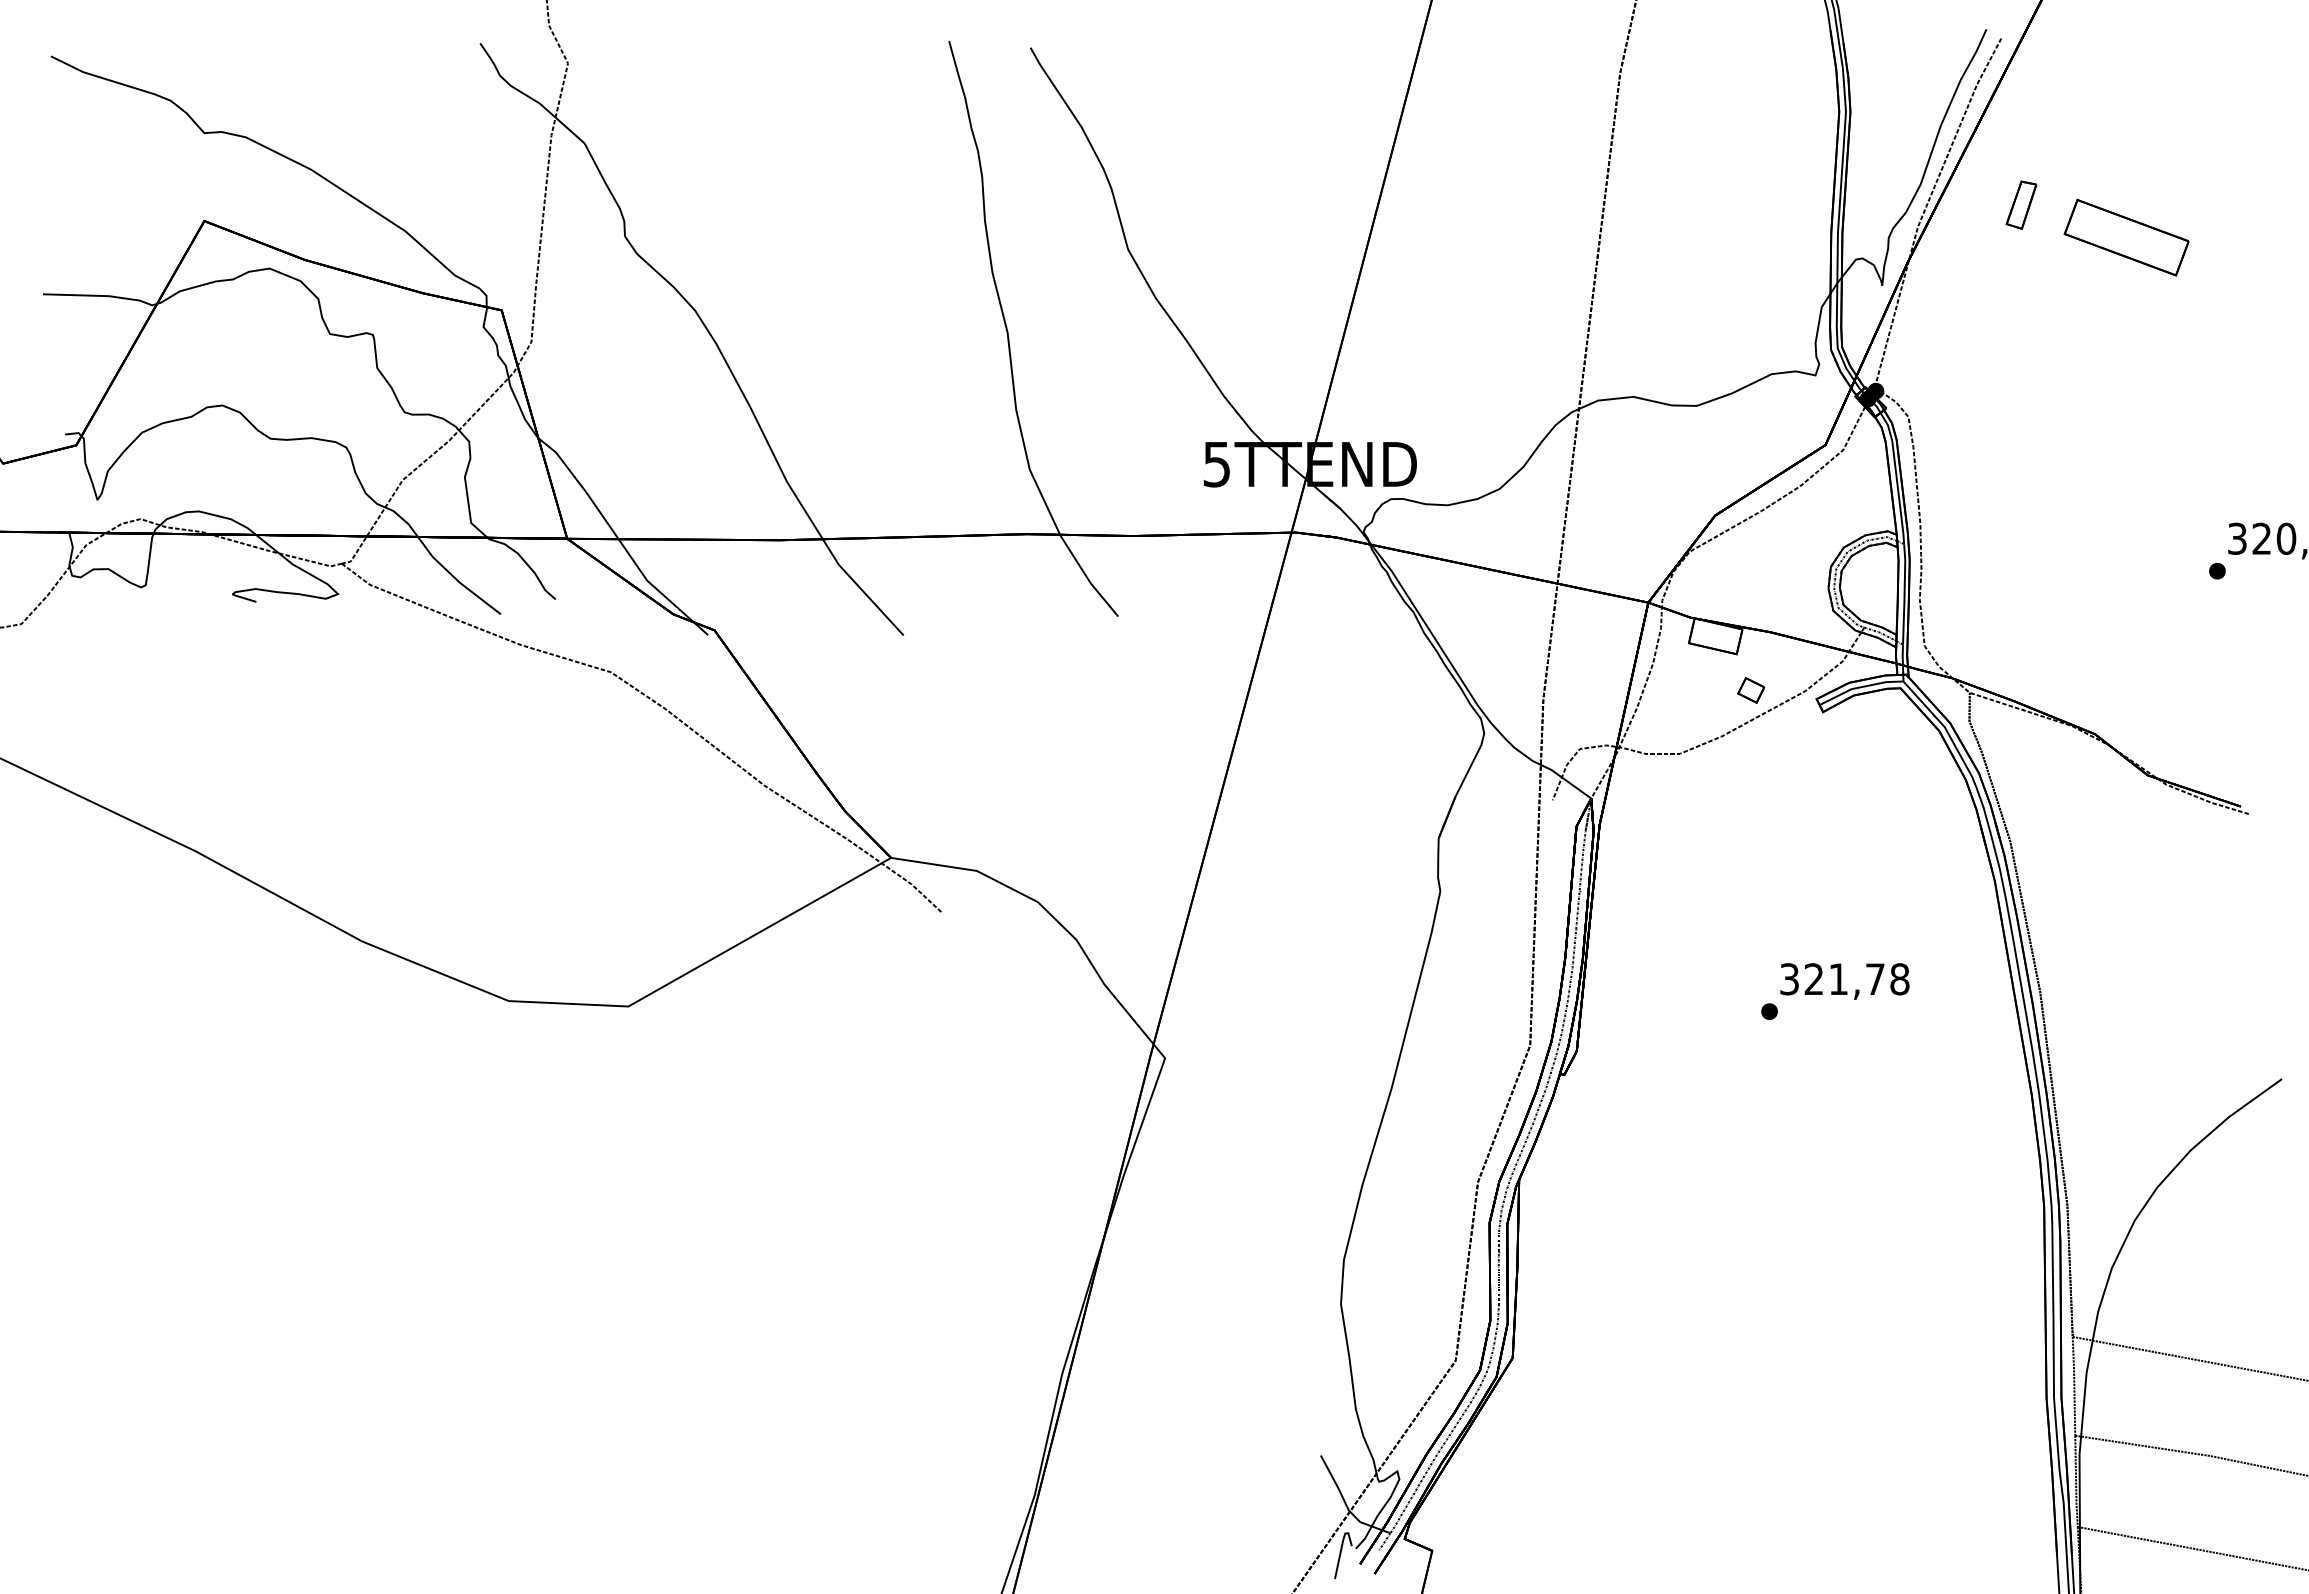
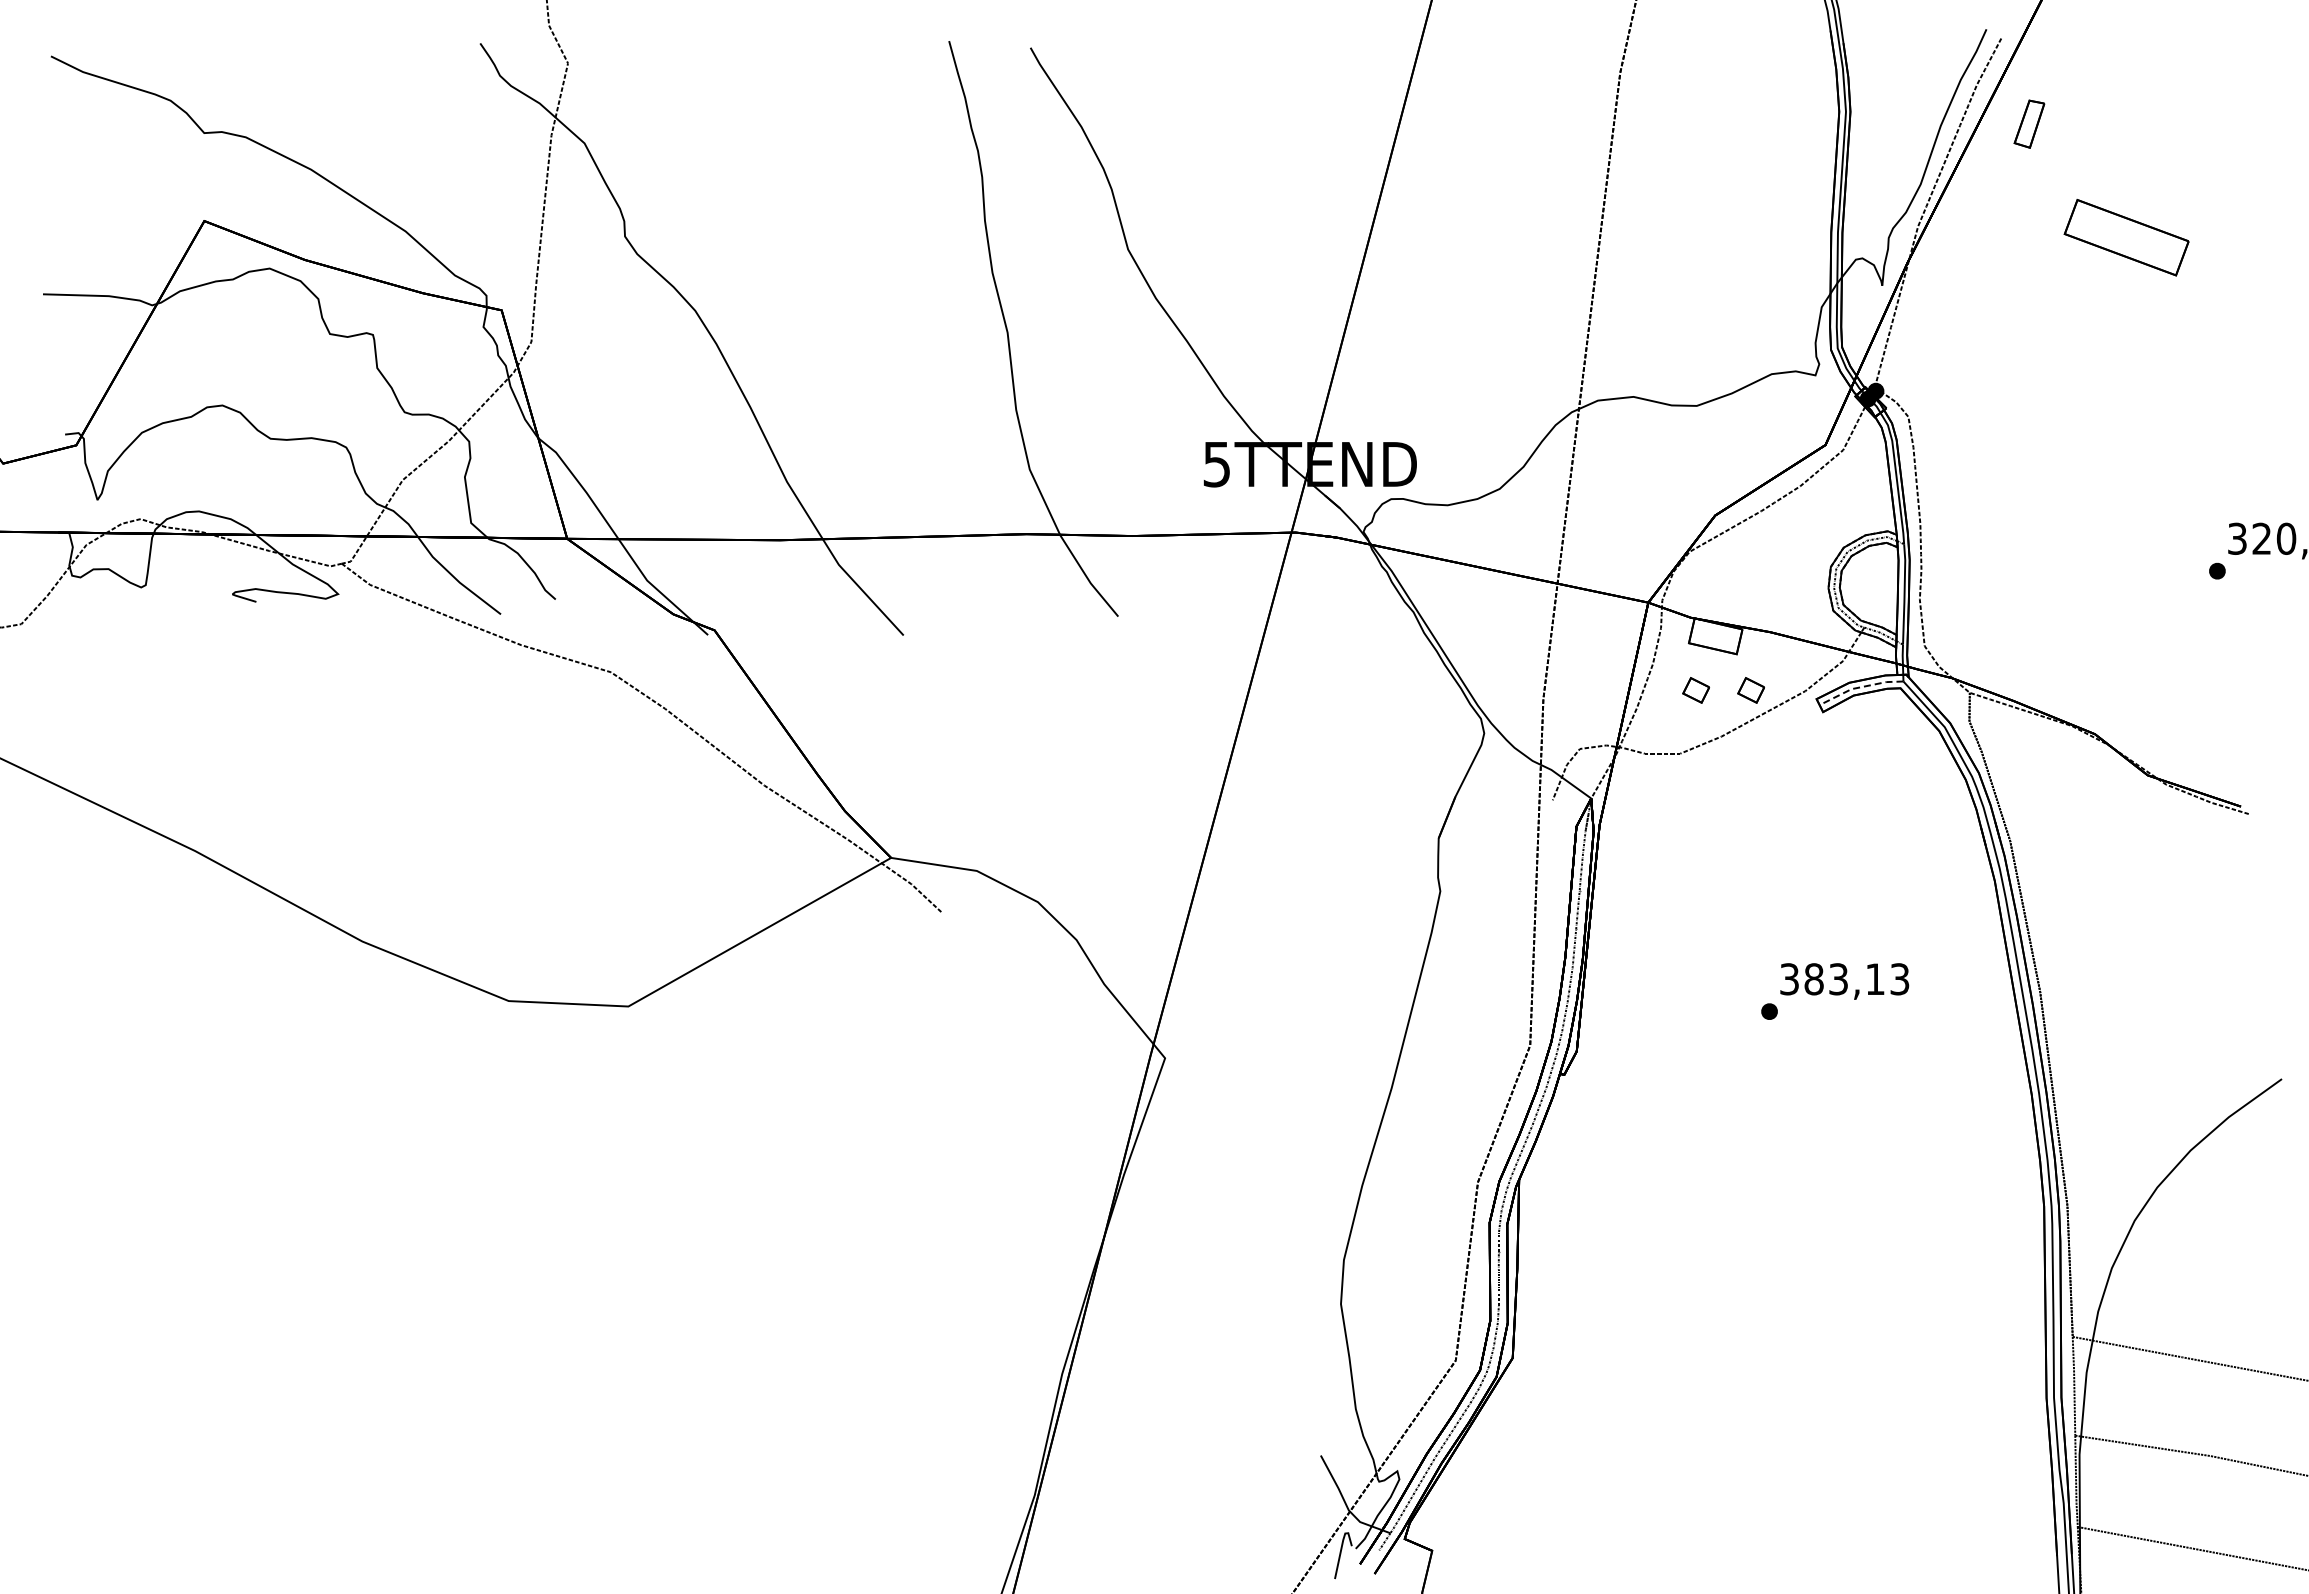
part at (2021, 204) position: (2021, 204) -> (2029, 123)
line at (1860, 687): solid -> dashed
part at (1695, 690): none -> present
text at (1856, 979): 321,78 -> 383,13
